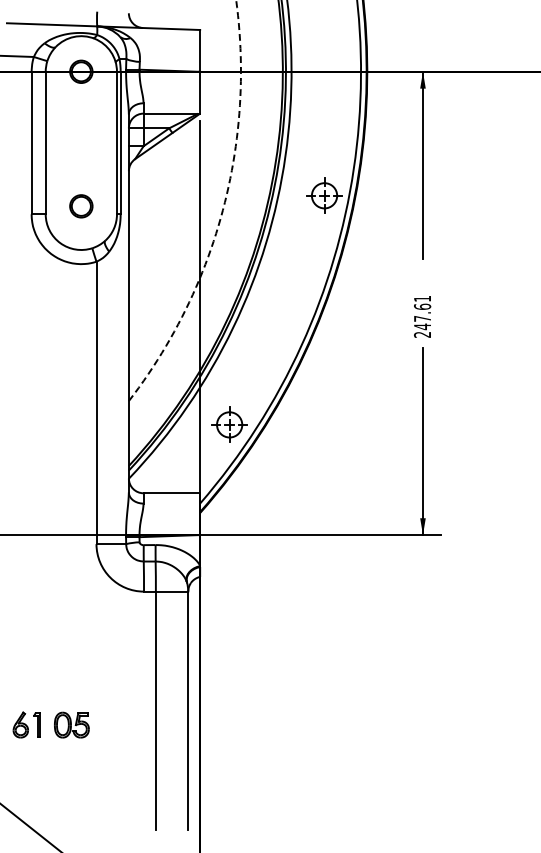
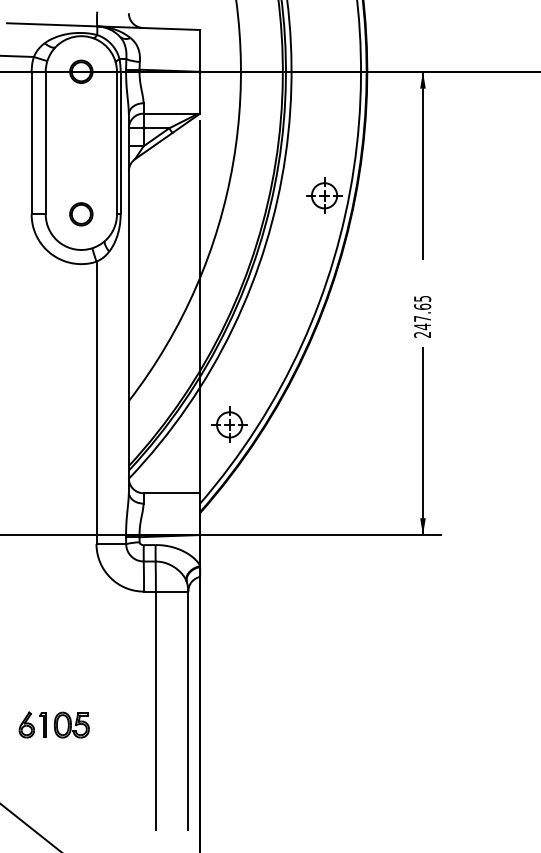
part at (81, 206) position: (81, 206) -> (81, 214)
arc at (222, 210): dashed -> solid
text at (422, 298): 247.61 -> 247.65
part at (26, 724) position: (26, 724) -> (32, 724)
